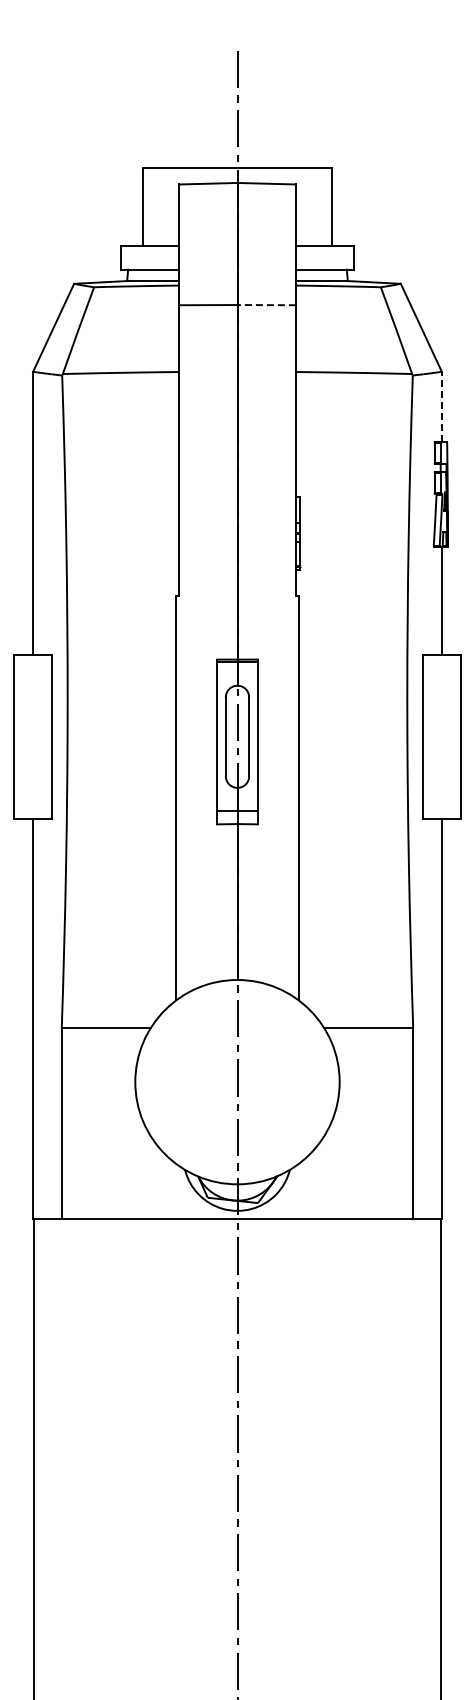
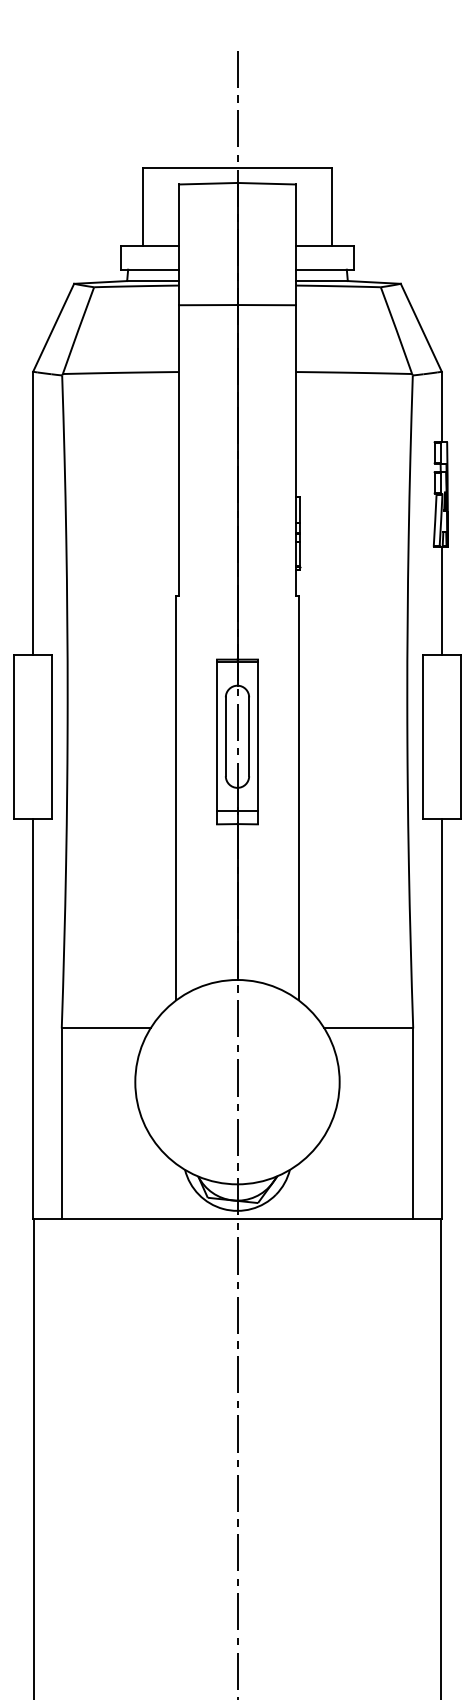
line at (266, 305): dashed -> solid
line at (441, 406): dashed -> solid
